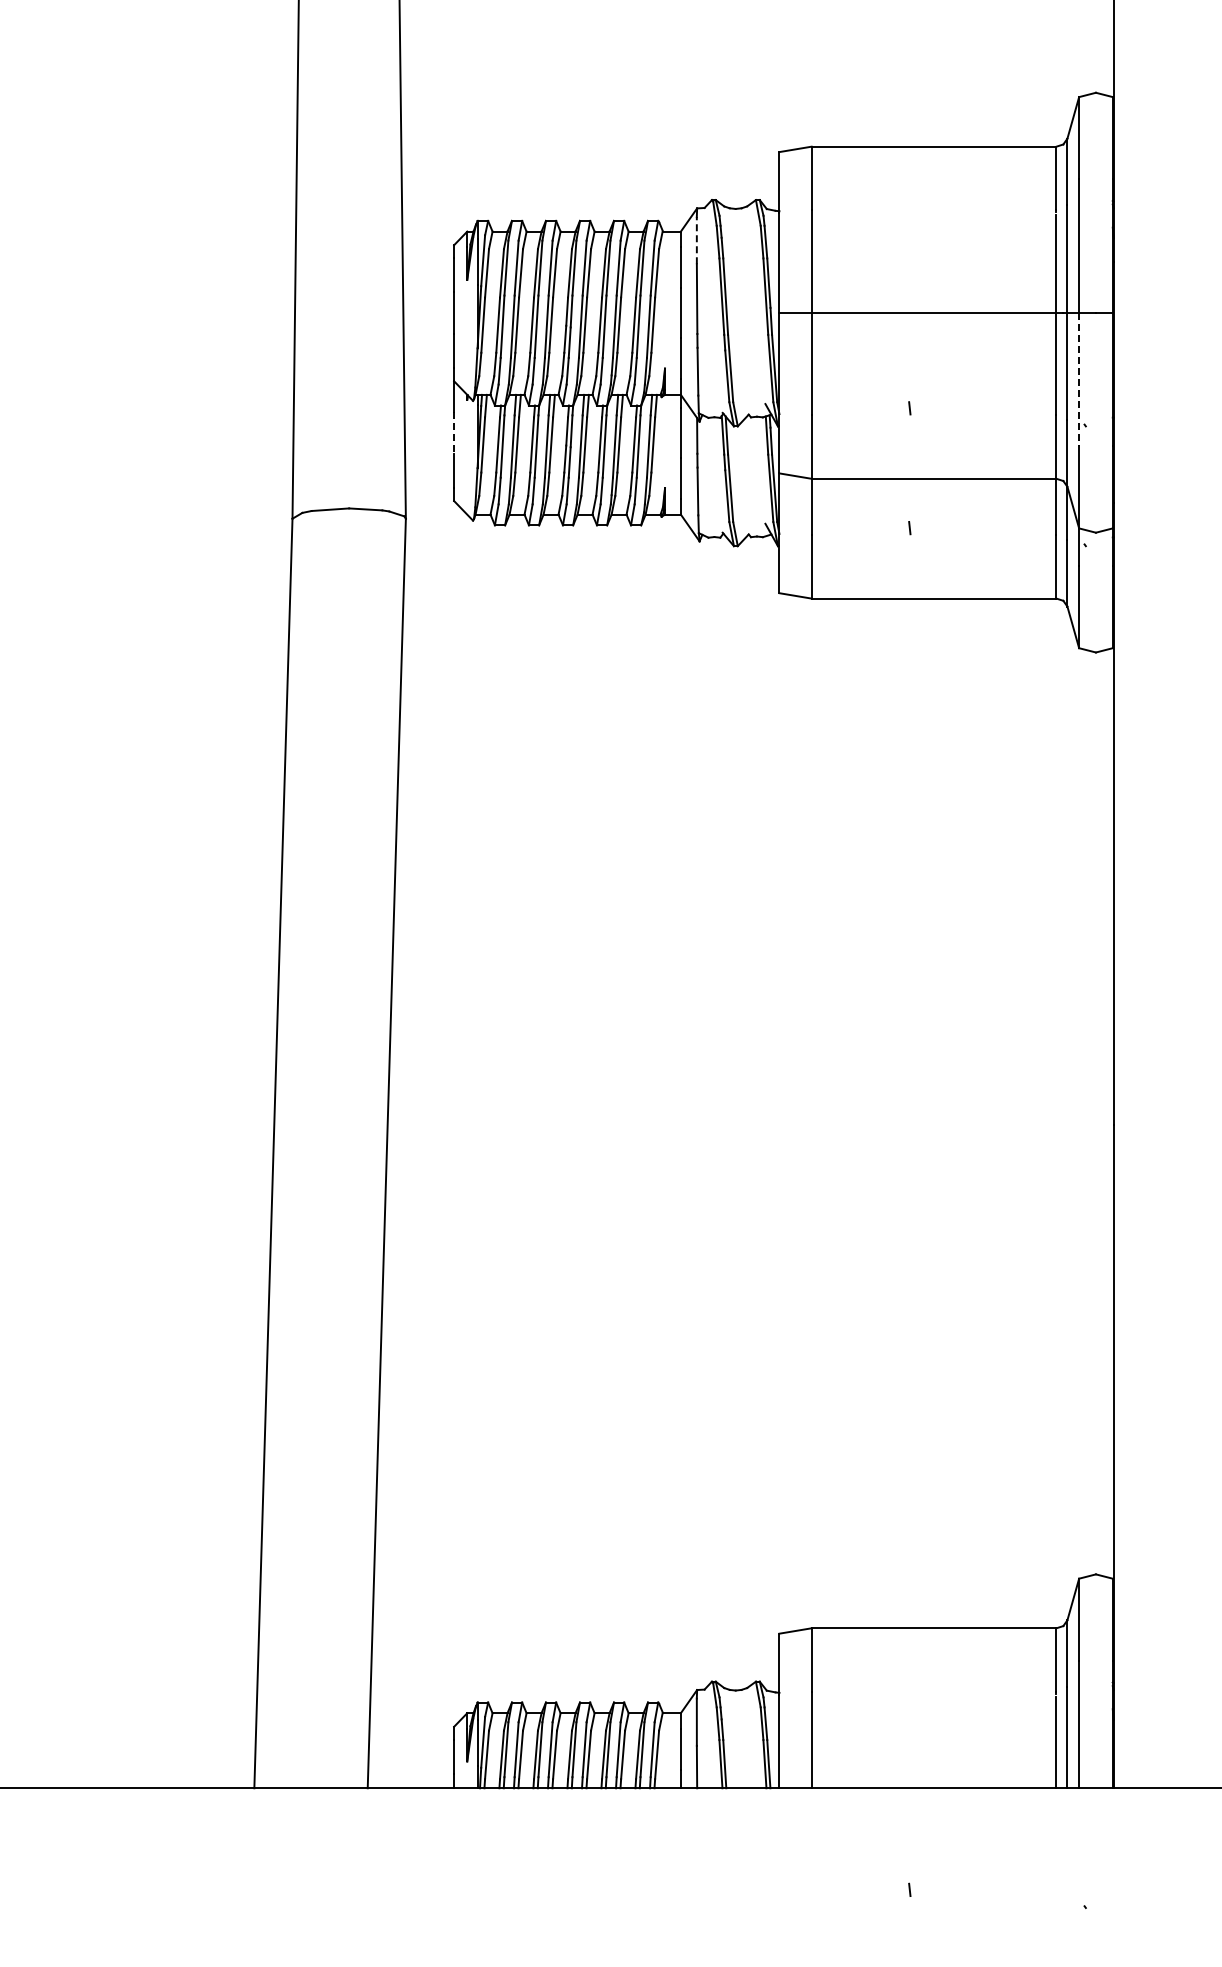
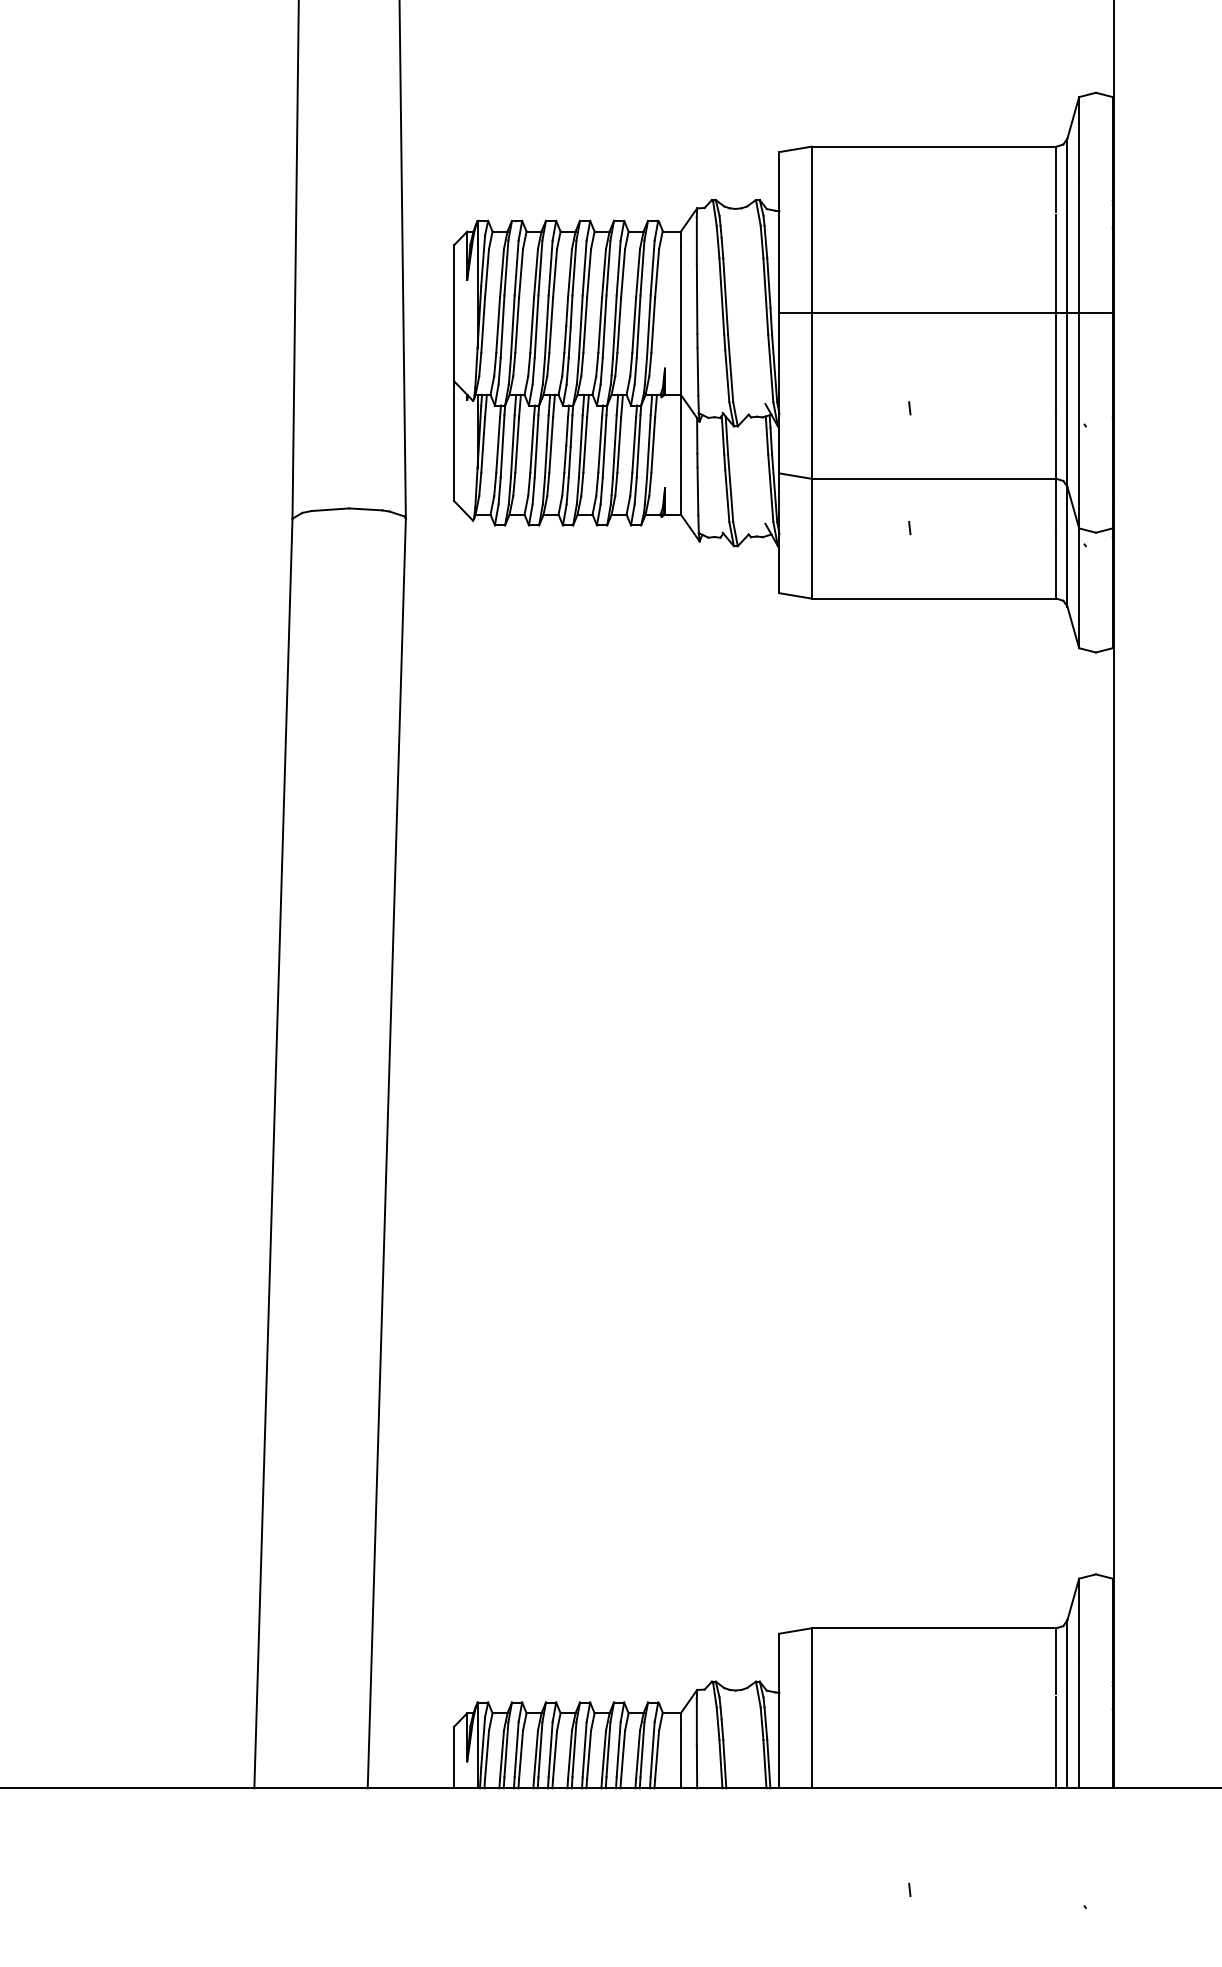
line at (696, 240): dashed -> solid
line at (1079, 379): dashed -> solid
line at (454, 433): dashed -> solid
